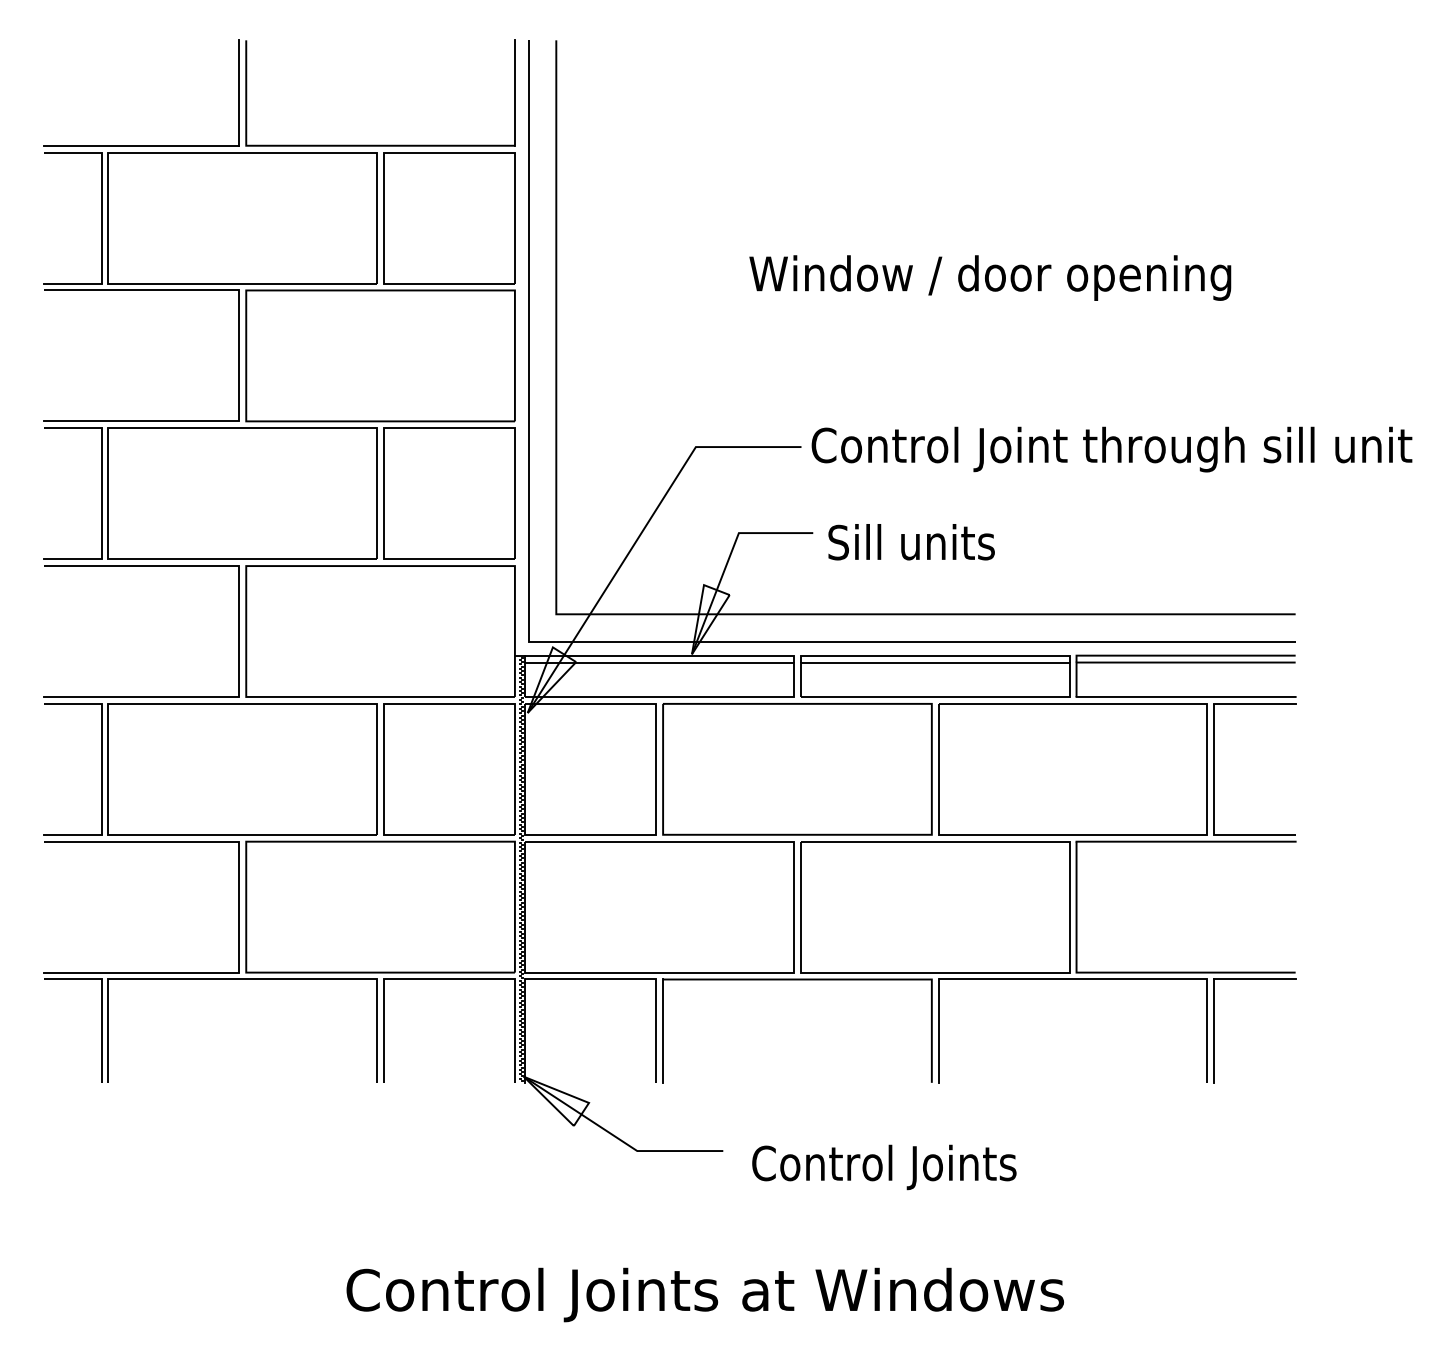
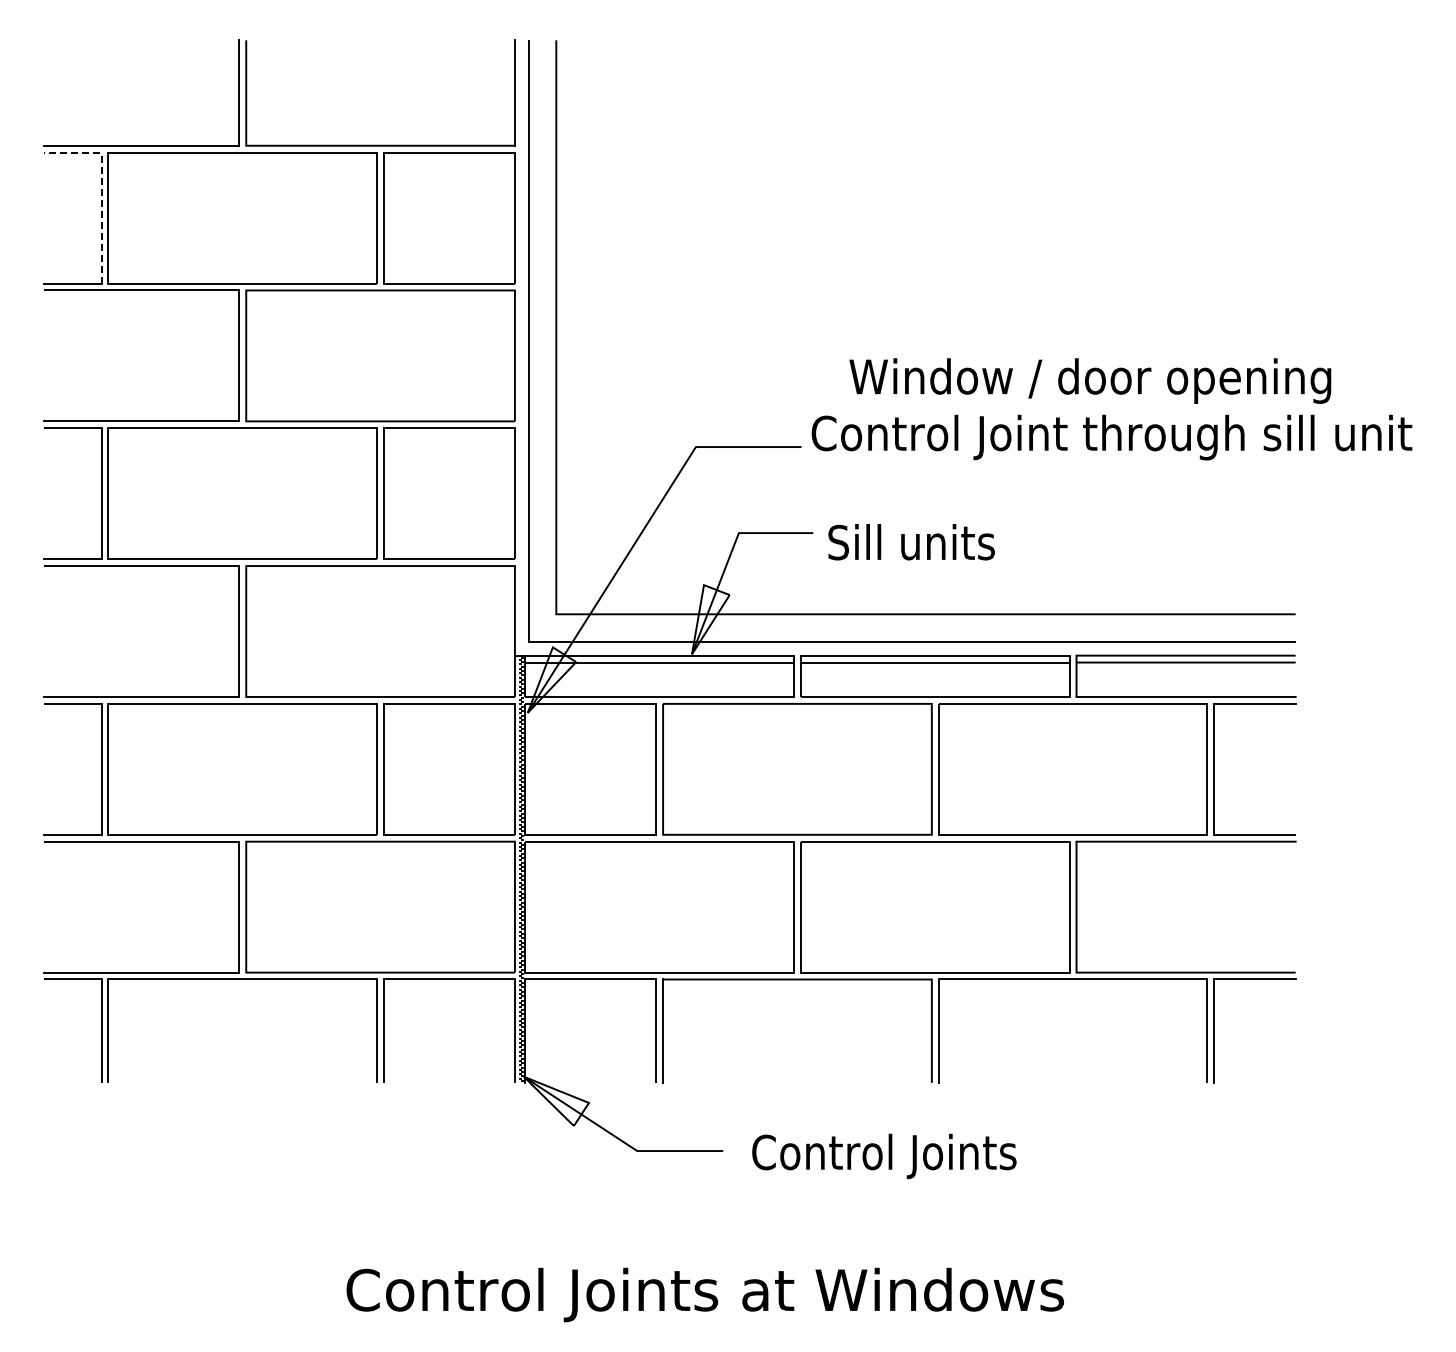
line at (101, 188): solid -> dashed
text at (990, 277) position: (990, 277) -> (1090, 380)
text at (1111, 449) position: (1111, 449) -> (1111, 437)
text at (884, 1167) position: (884, 1167) -> (884, 1156)
